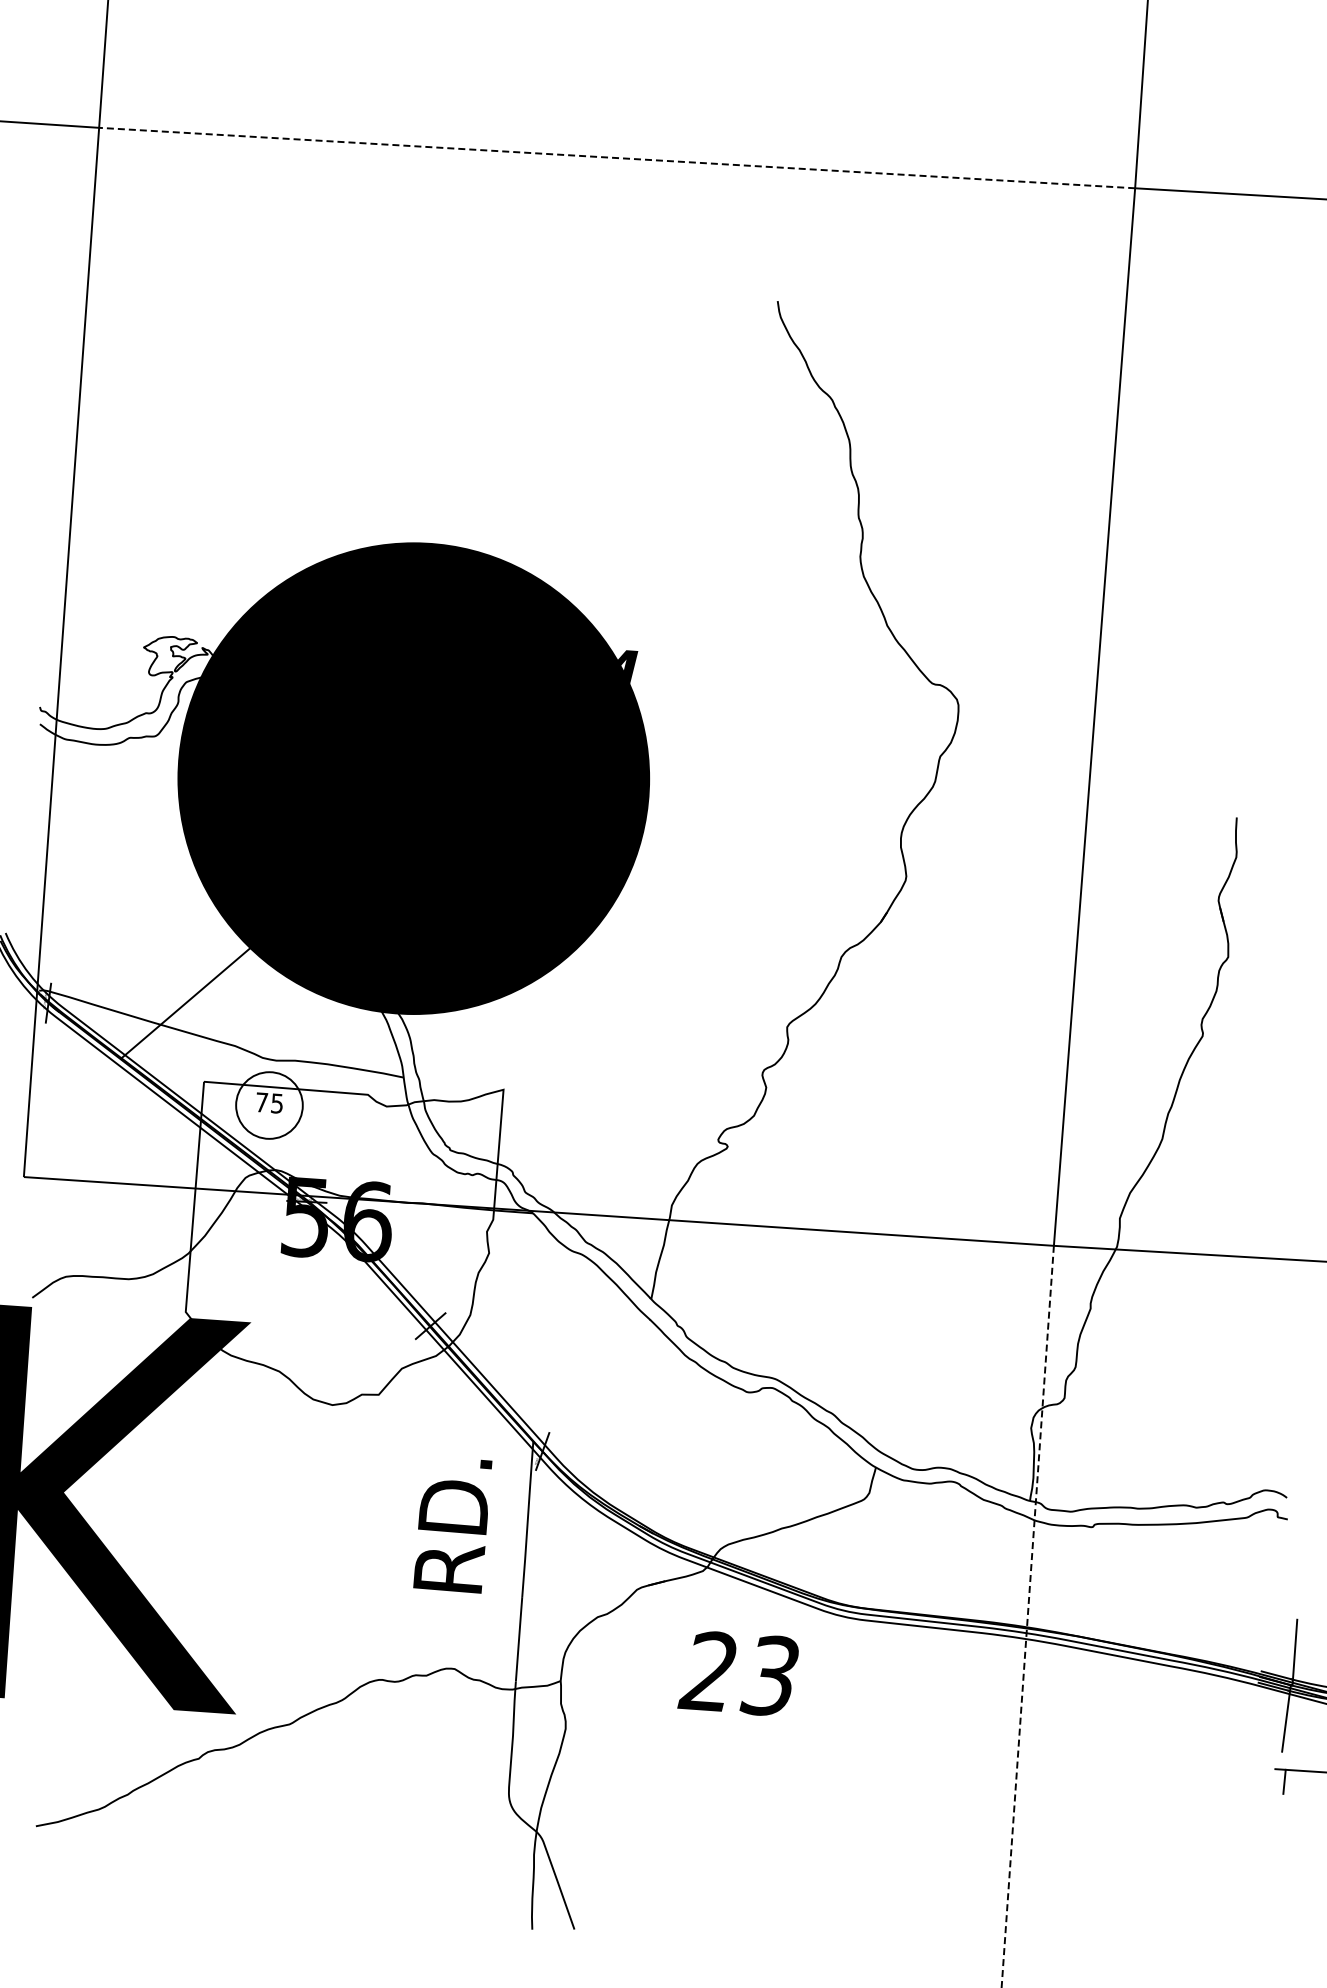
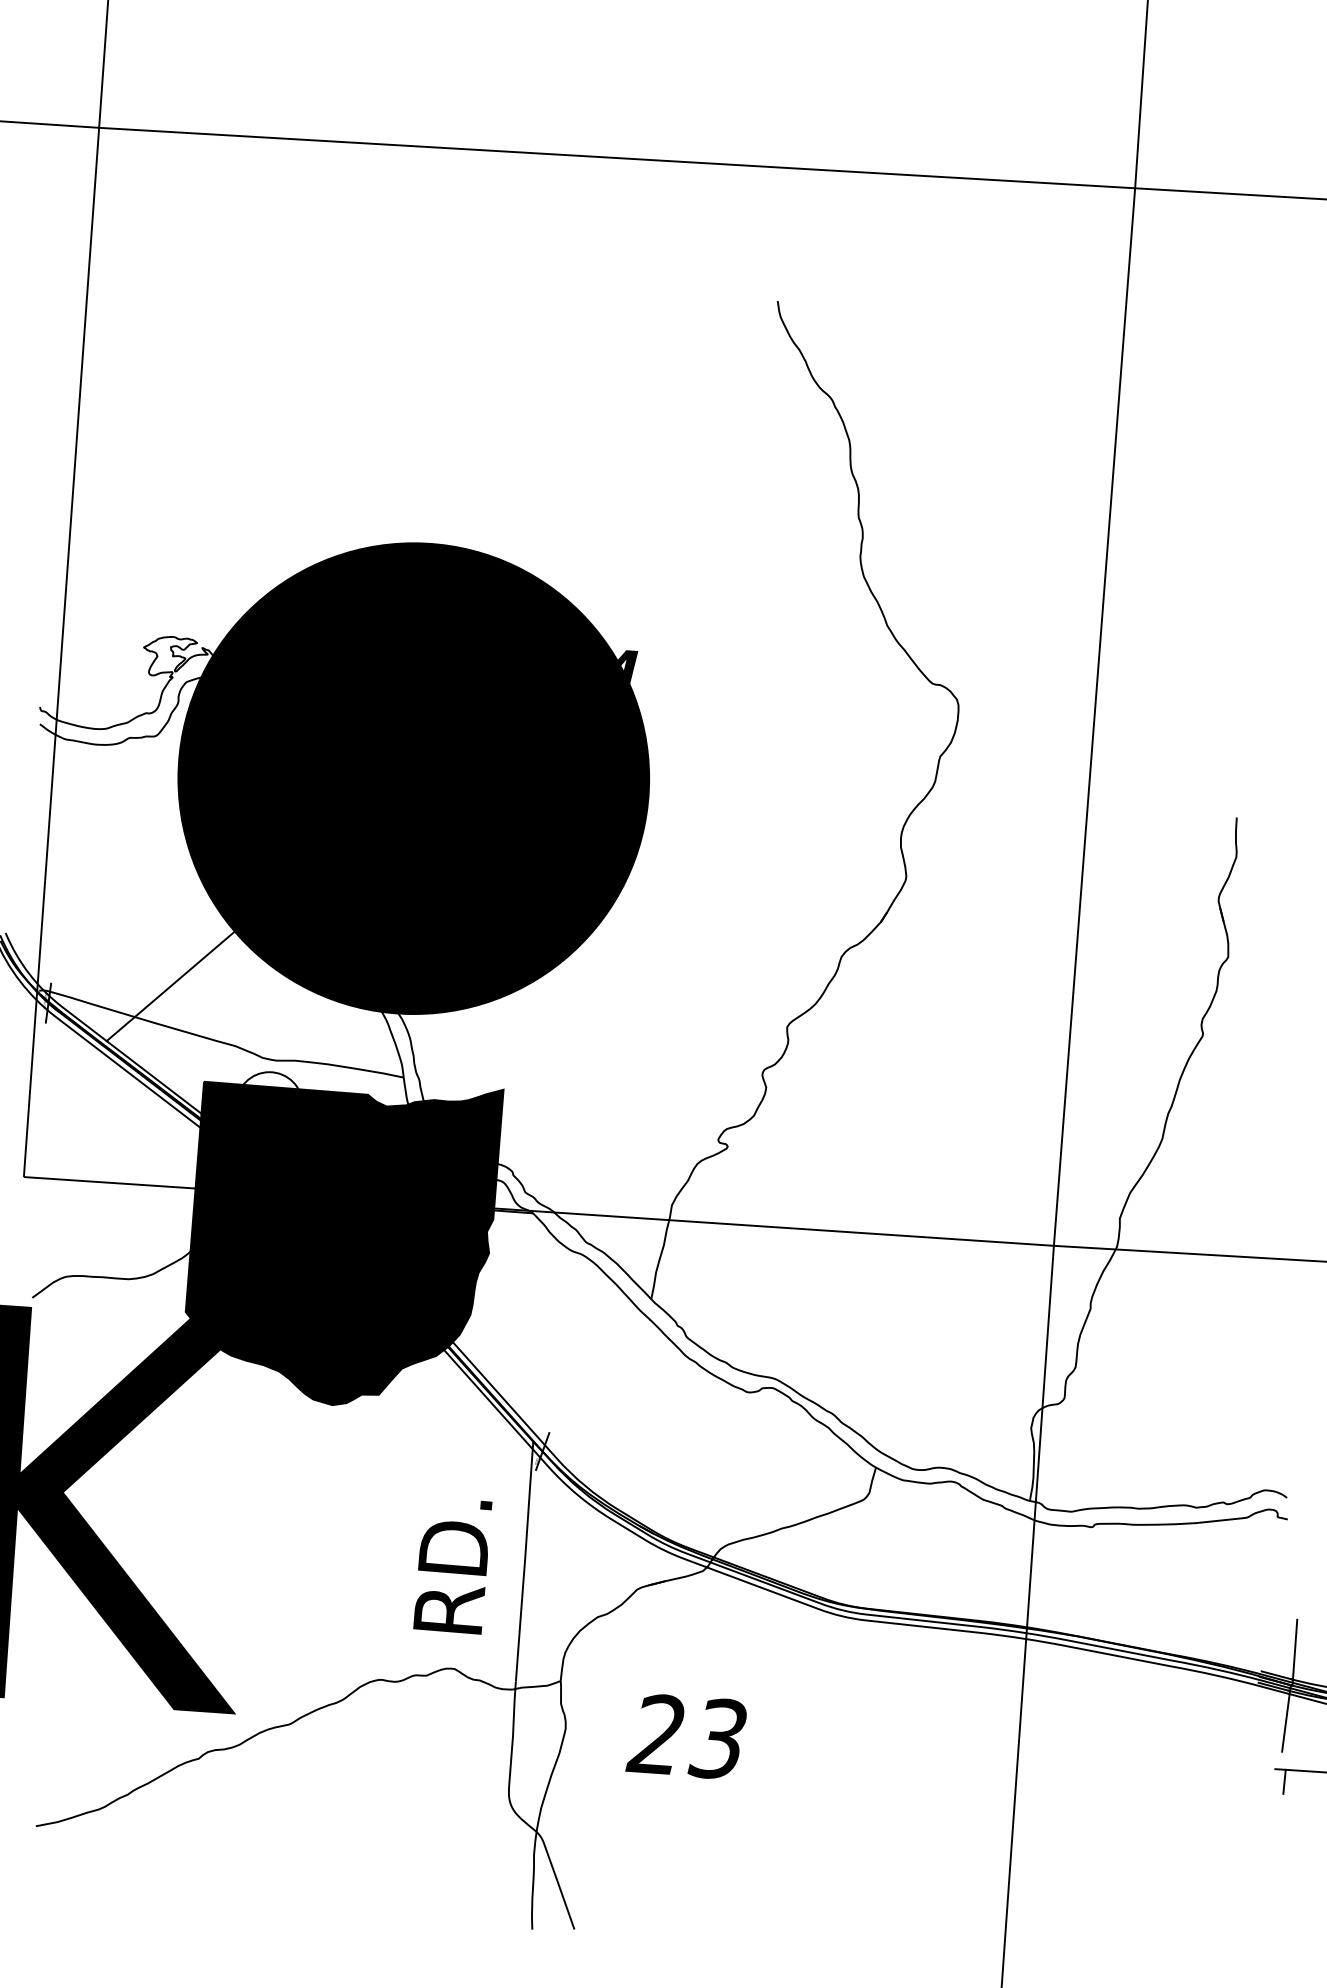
line at (617, 158): dashed -> solid
line at (185, 1003) position: (185, 1003) -> (170, 986)
fill at (344, 1243): none -> present
text at (452, 1526) position: (452, 1526) -> (452, 1567)
line at (1027, 1616): dashed -> solid
text at (737, 1673) position: (737, 1673) -> (685, 1736)
